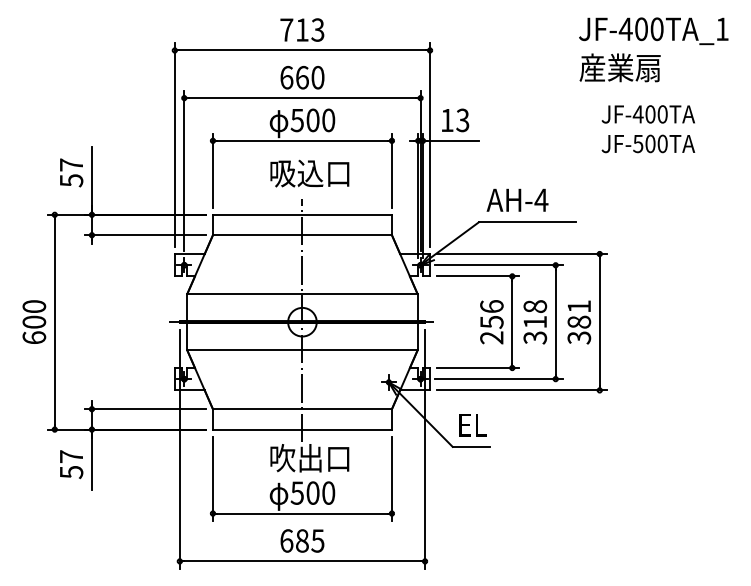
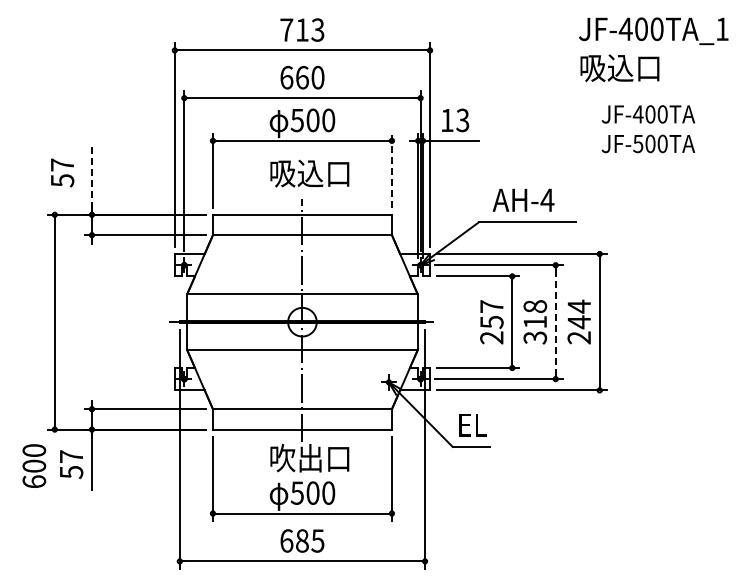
text at (619, 67): 産業扇 -> 吸込口
line at (391, 170): solid -> dashed
text at (71, 172) position: (71, 172) -> (62, 172)
line at (91, 181): solid -> dashed
text at (517, 199) position: (517, 199) -> (523, 199)
text at (491, 306): 256 -> 257
text at (34, 321) position: (34, 321) -> (34, 465)
text at (579, 321): 381 -> 244
line at (555, 322): solid -> dashed
